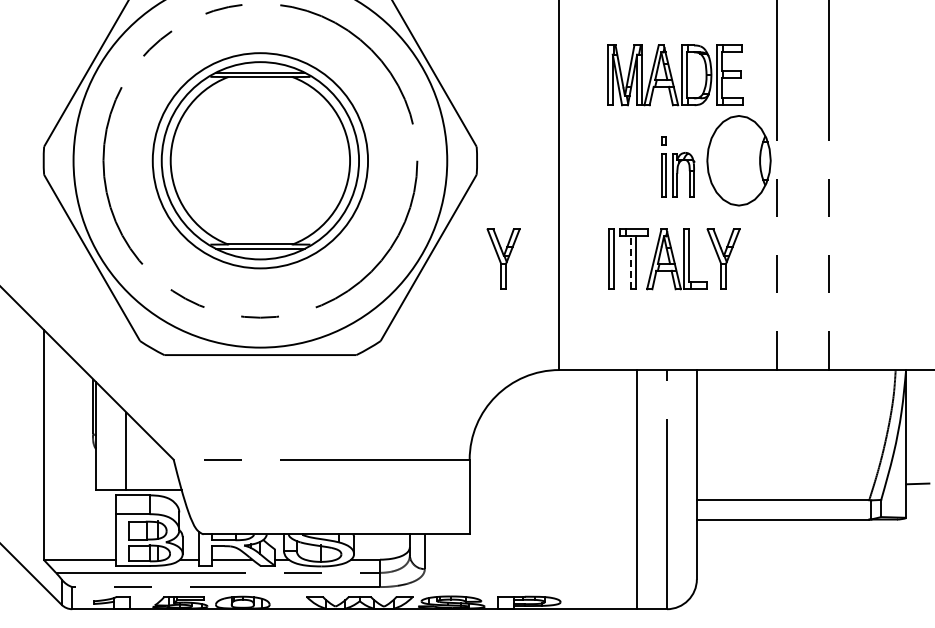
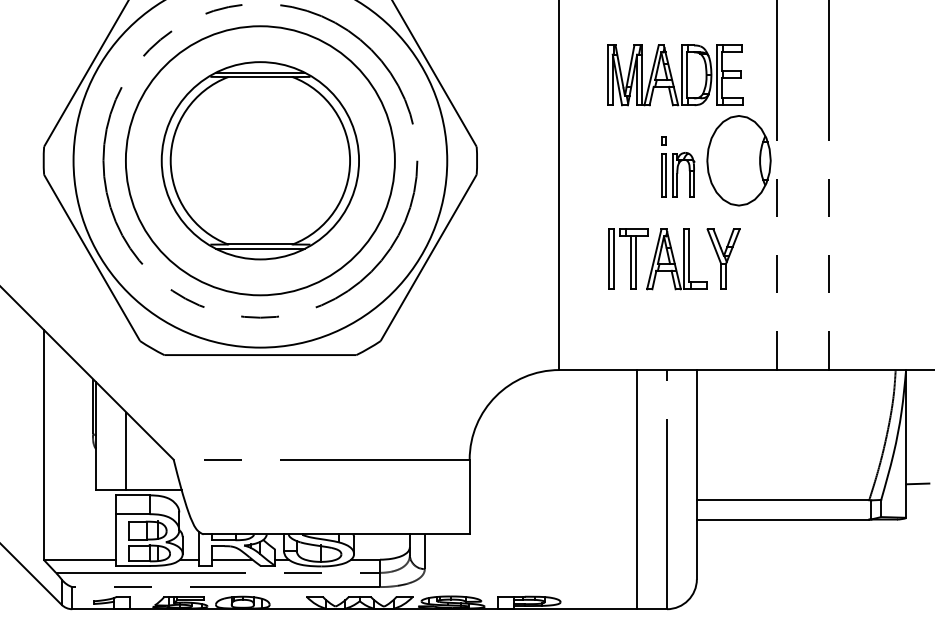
circle at (260, 160) diameter: 215 px -> 269 px
part at (503, 258): present -> none
line at (631, 262): dashed -> solid
